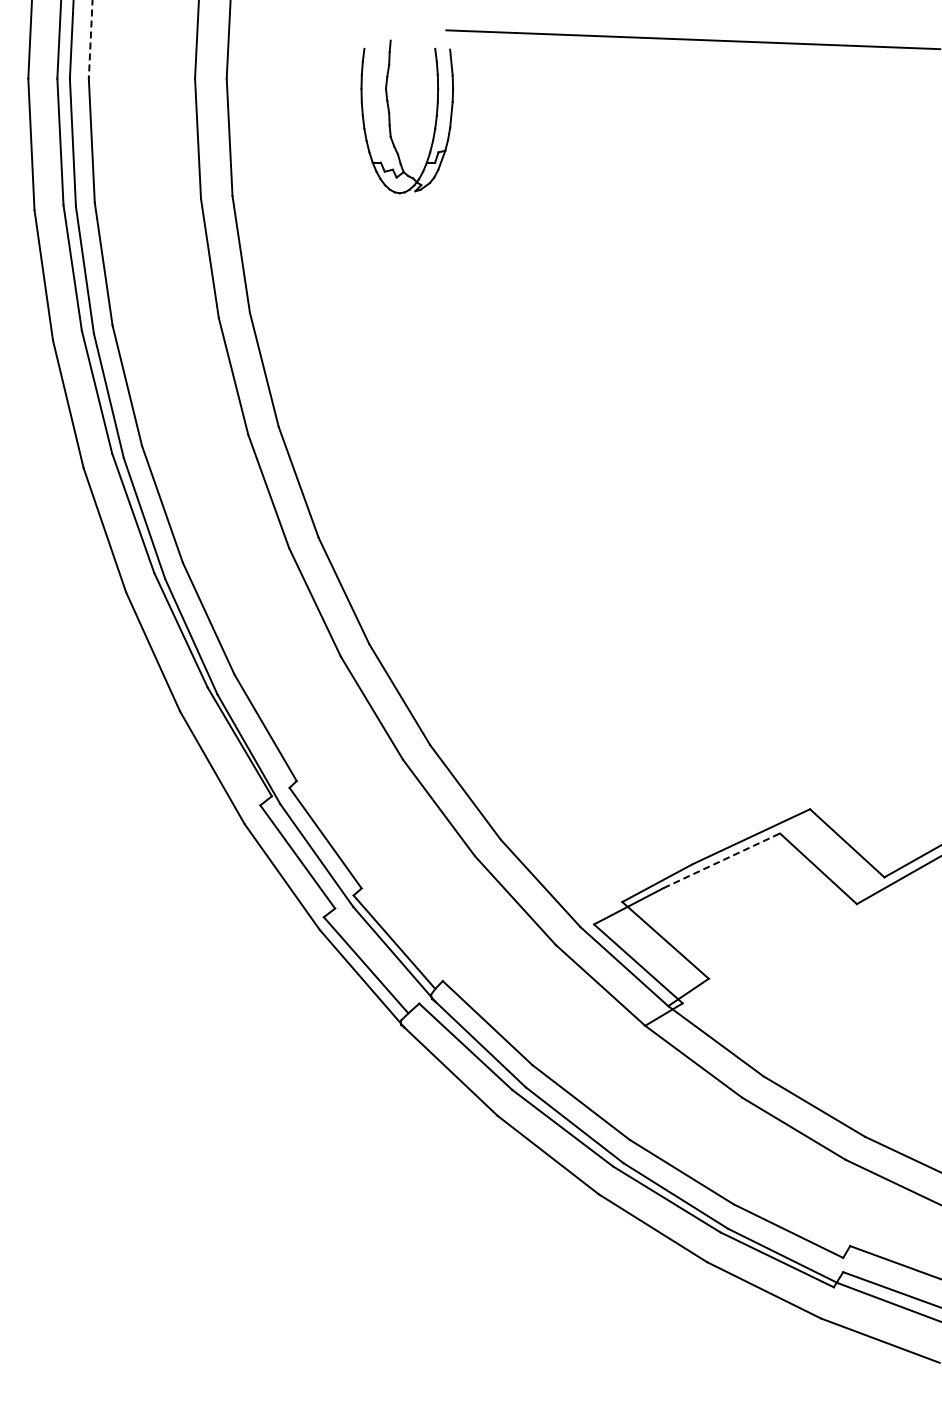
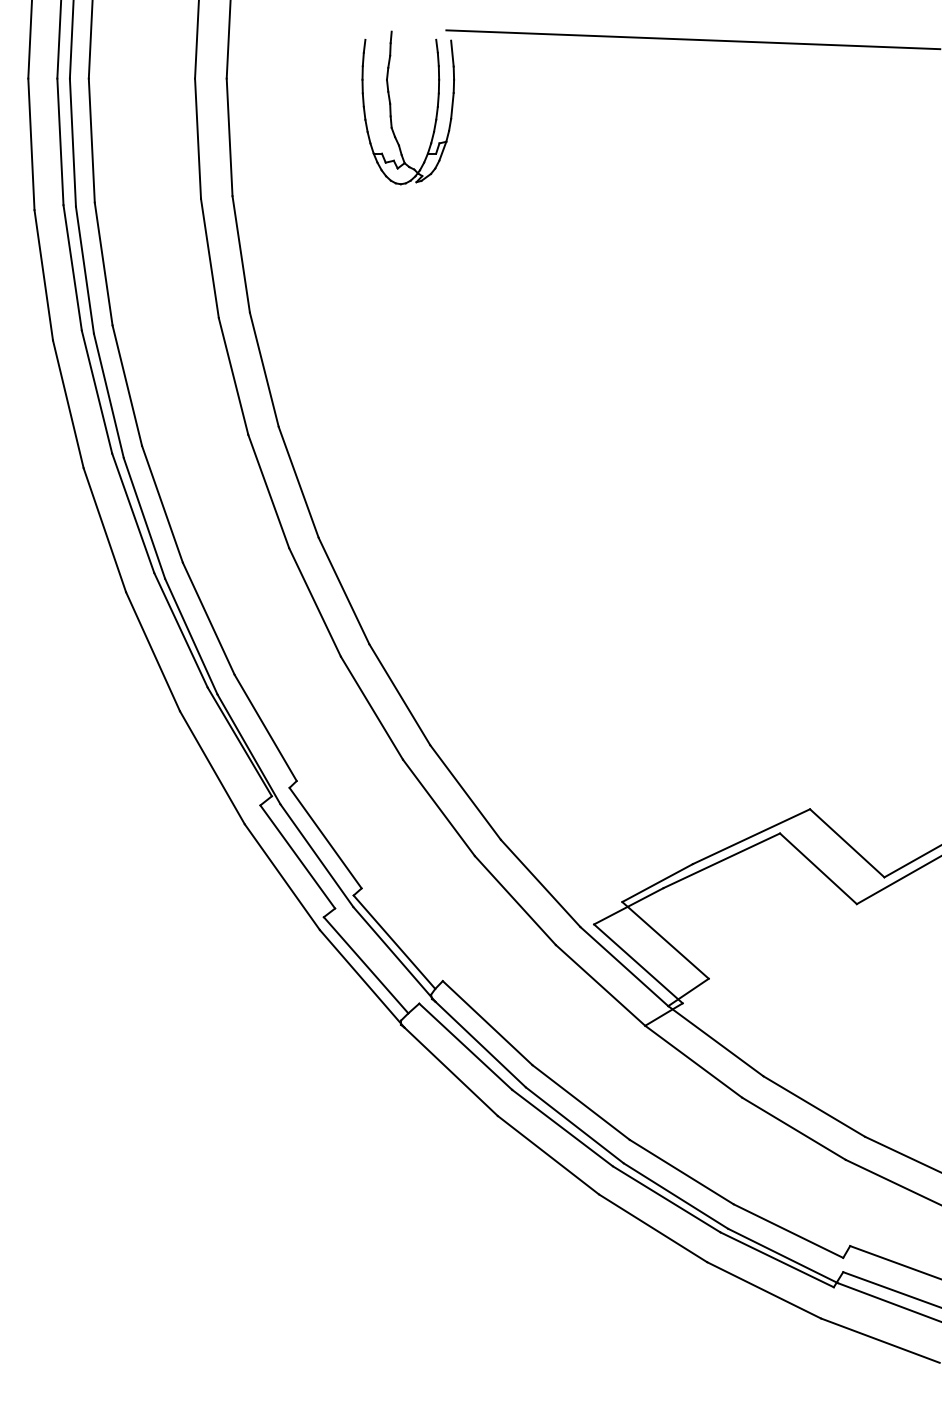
line at (90, 39): dashed -> solid
part at (390, 116) position: (390, 116) -> (391, 107)
line at (722, 860): dashed -> solid
